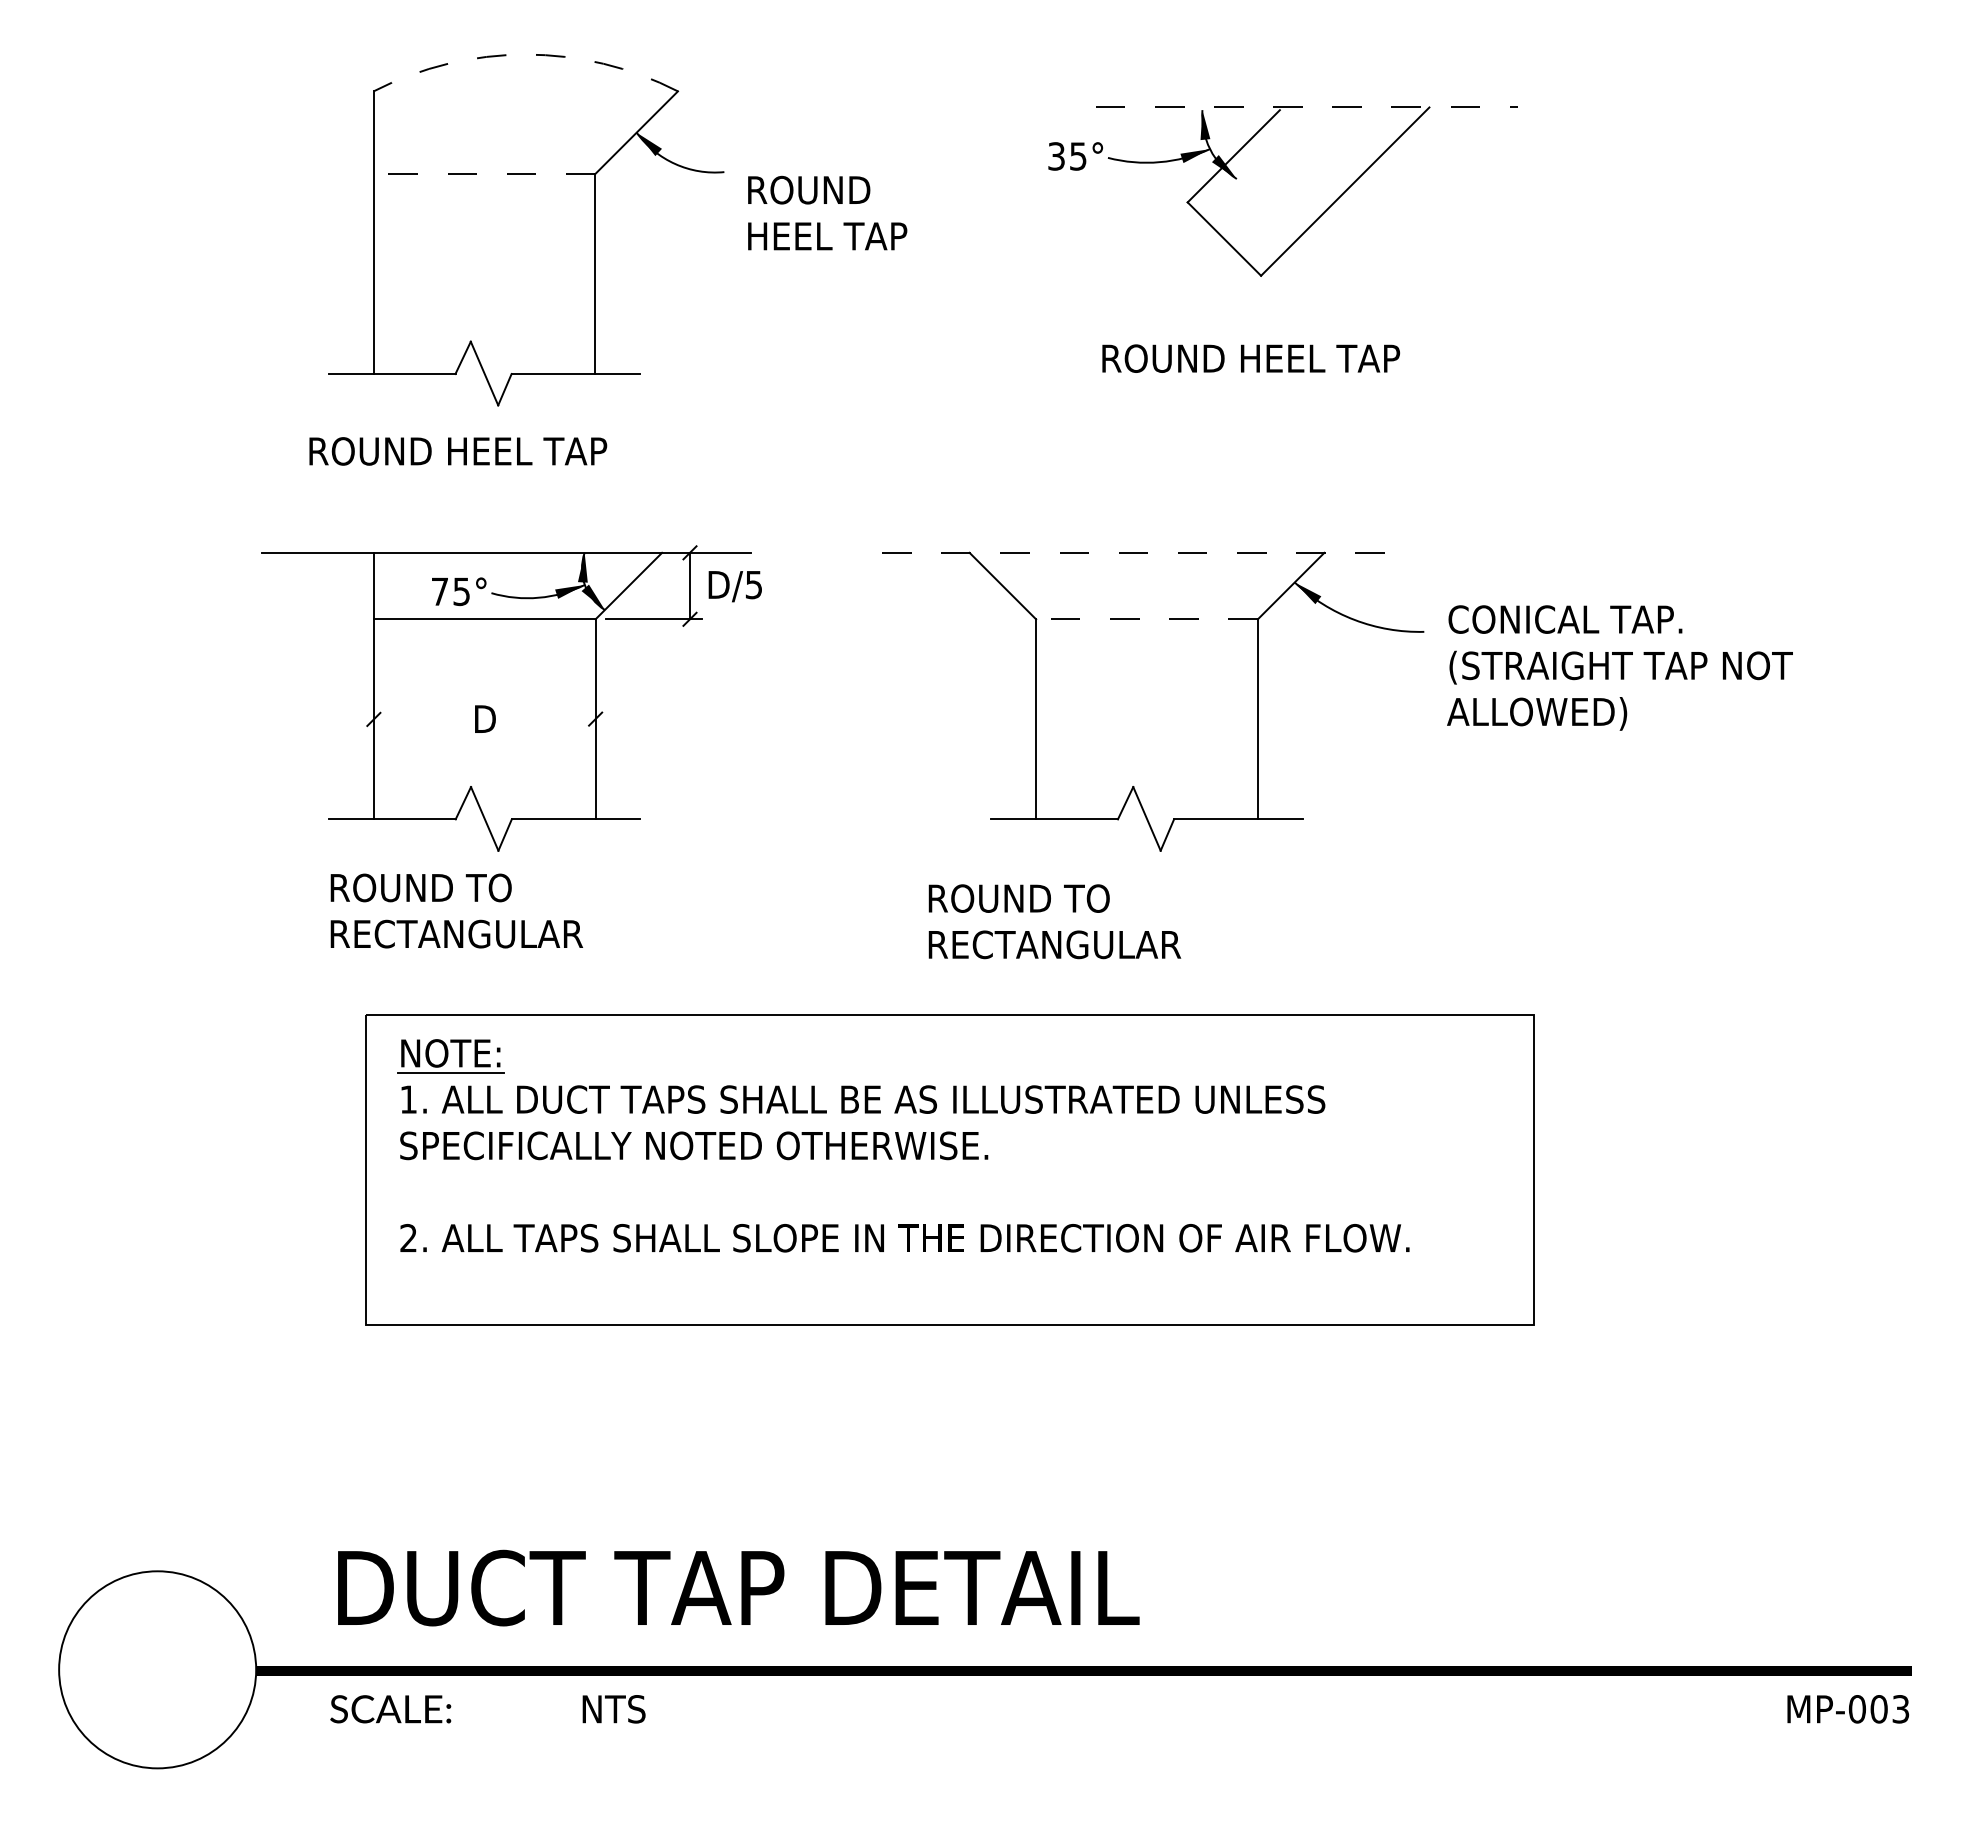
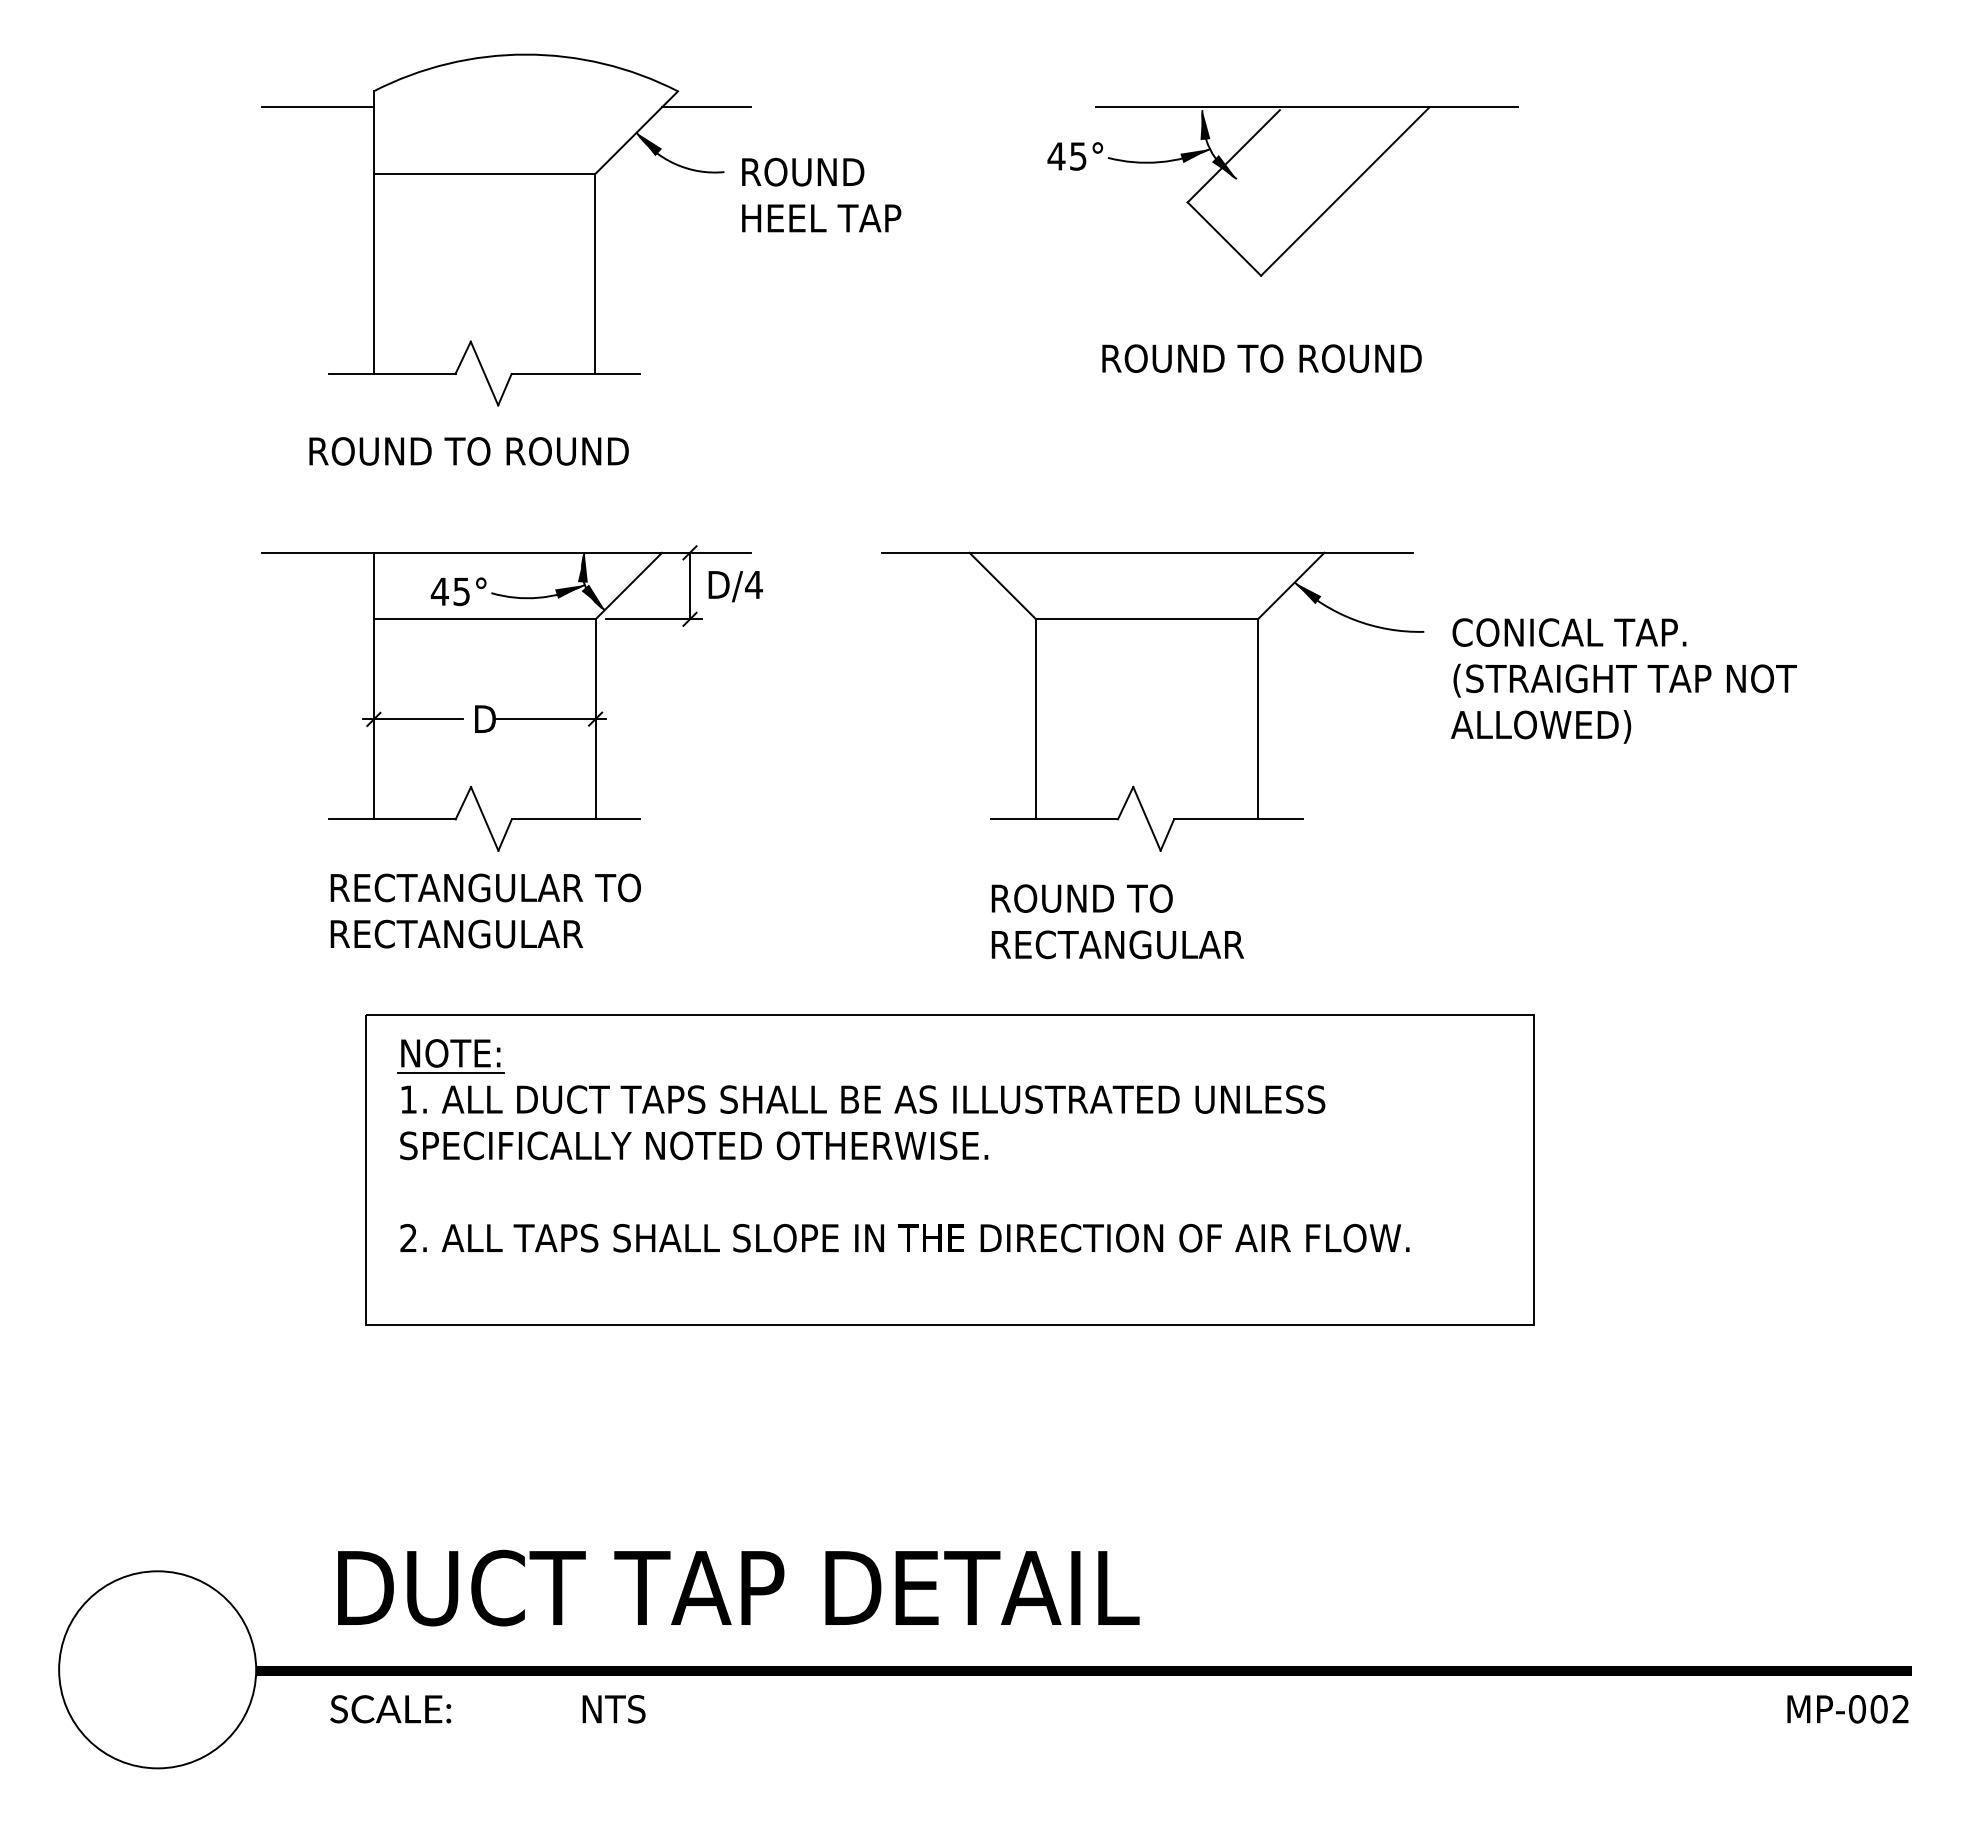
arc at (525, 54): dashed -> solid
line at (317, 107): none -> present
line at (705, 107): none -> present
line at (1307, 107): dashed -> solid
text at (1056, 156): 35° -> 45°
line at (484, 173): dashed -> solid
text at (827, 212) position: (827, 212) -> (821, 194)
text at (1329, 358): ROUND HEEL TAP -> ROUND TO ROUND
text at (536, 451): ROUND HEEL TAP -> ROUND TO ROUND
line at (1147, 552): dashed -> solid
text at (754, 585): D/5 -> D/4
text at (439, 591): 75° -> 45°
line at (1147, 619): dashed -> solid
text at (1619, 667) position: (1619, 667) -> (1623, 680)
line at (413, 719): none -> present
line at (550, 719): none -> present
text at (496, 887): ROUND TO RECTANGULAR -> RECTANGULAR TO RECTANGULAR
text at (1054, 921) position: (1054, 921) -> (1117, 921)
text at (1900, 1709): MP-003 -> MP-002
